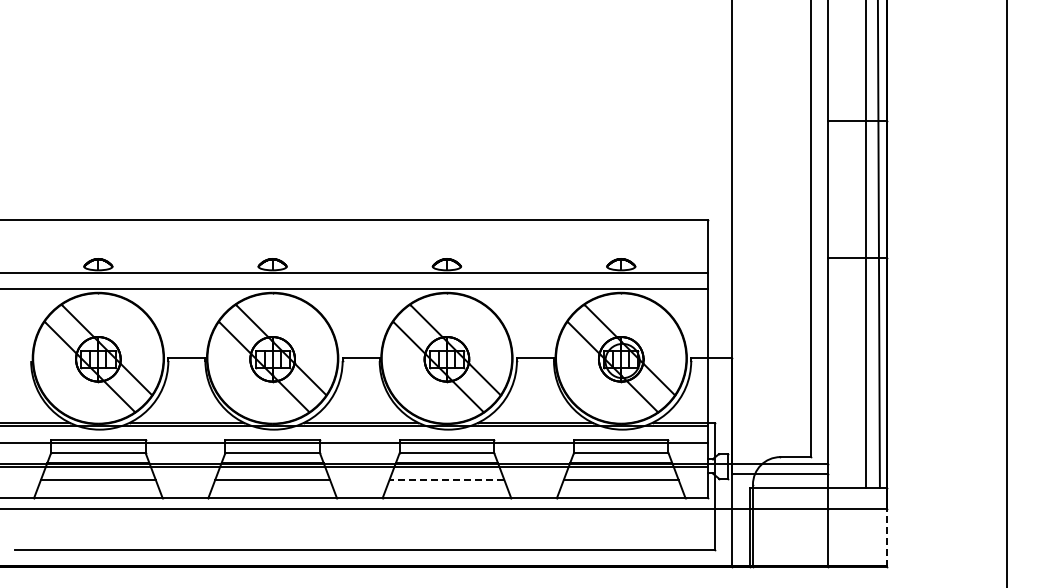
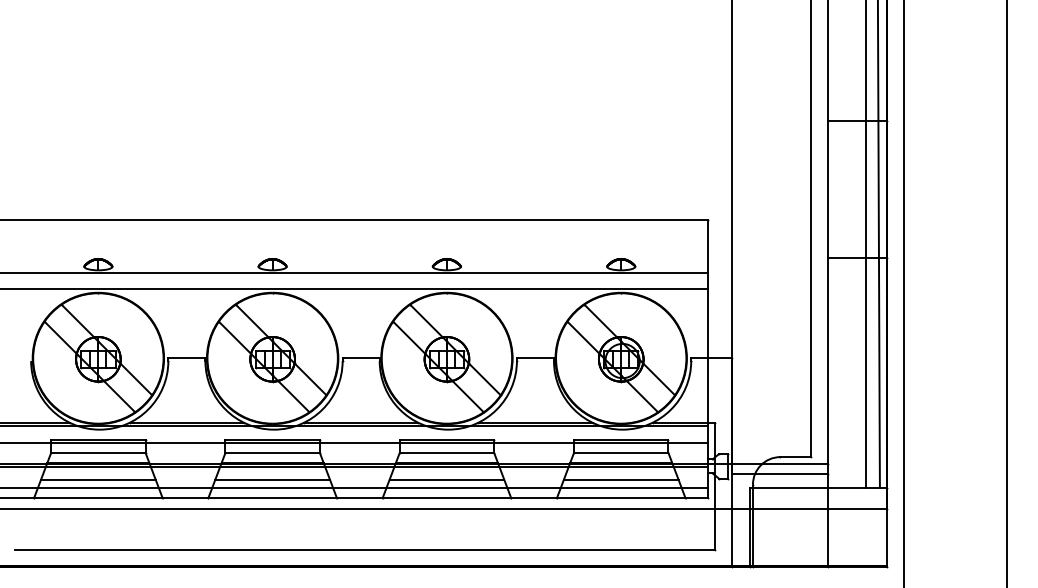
line at (903, 293): none -> present
line at (446, 479): dashed -> solid
line at (355, 487): none -> present
line at (886, 537): dashed -> solid
